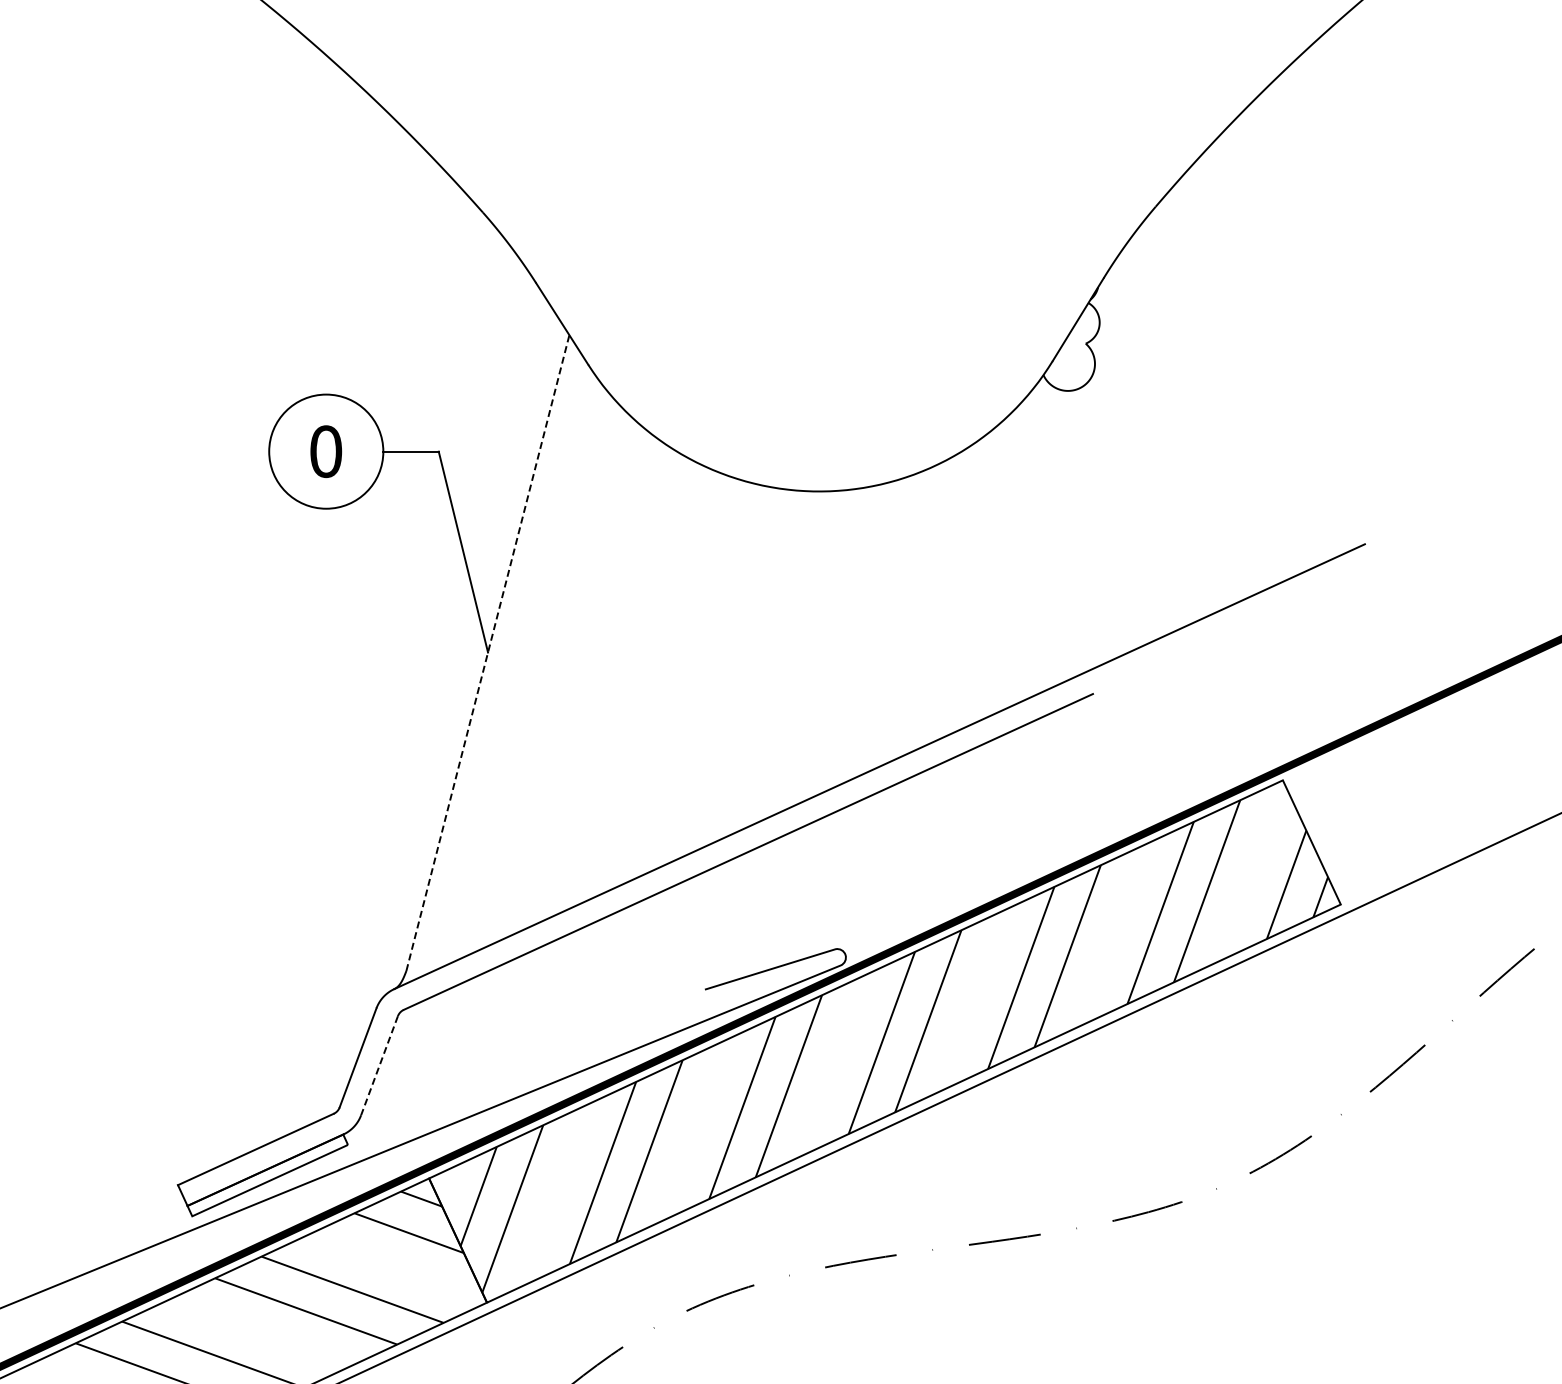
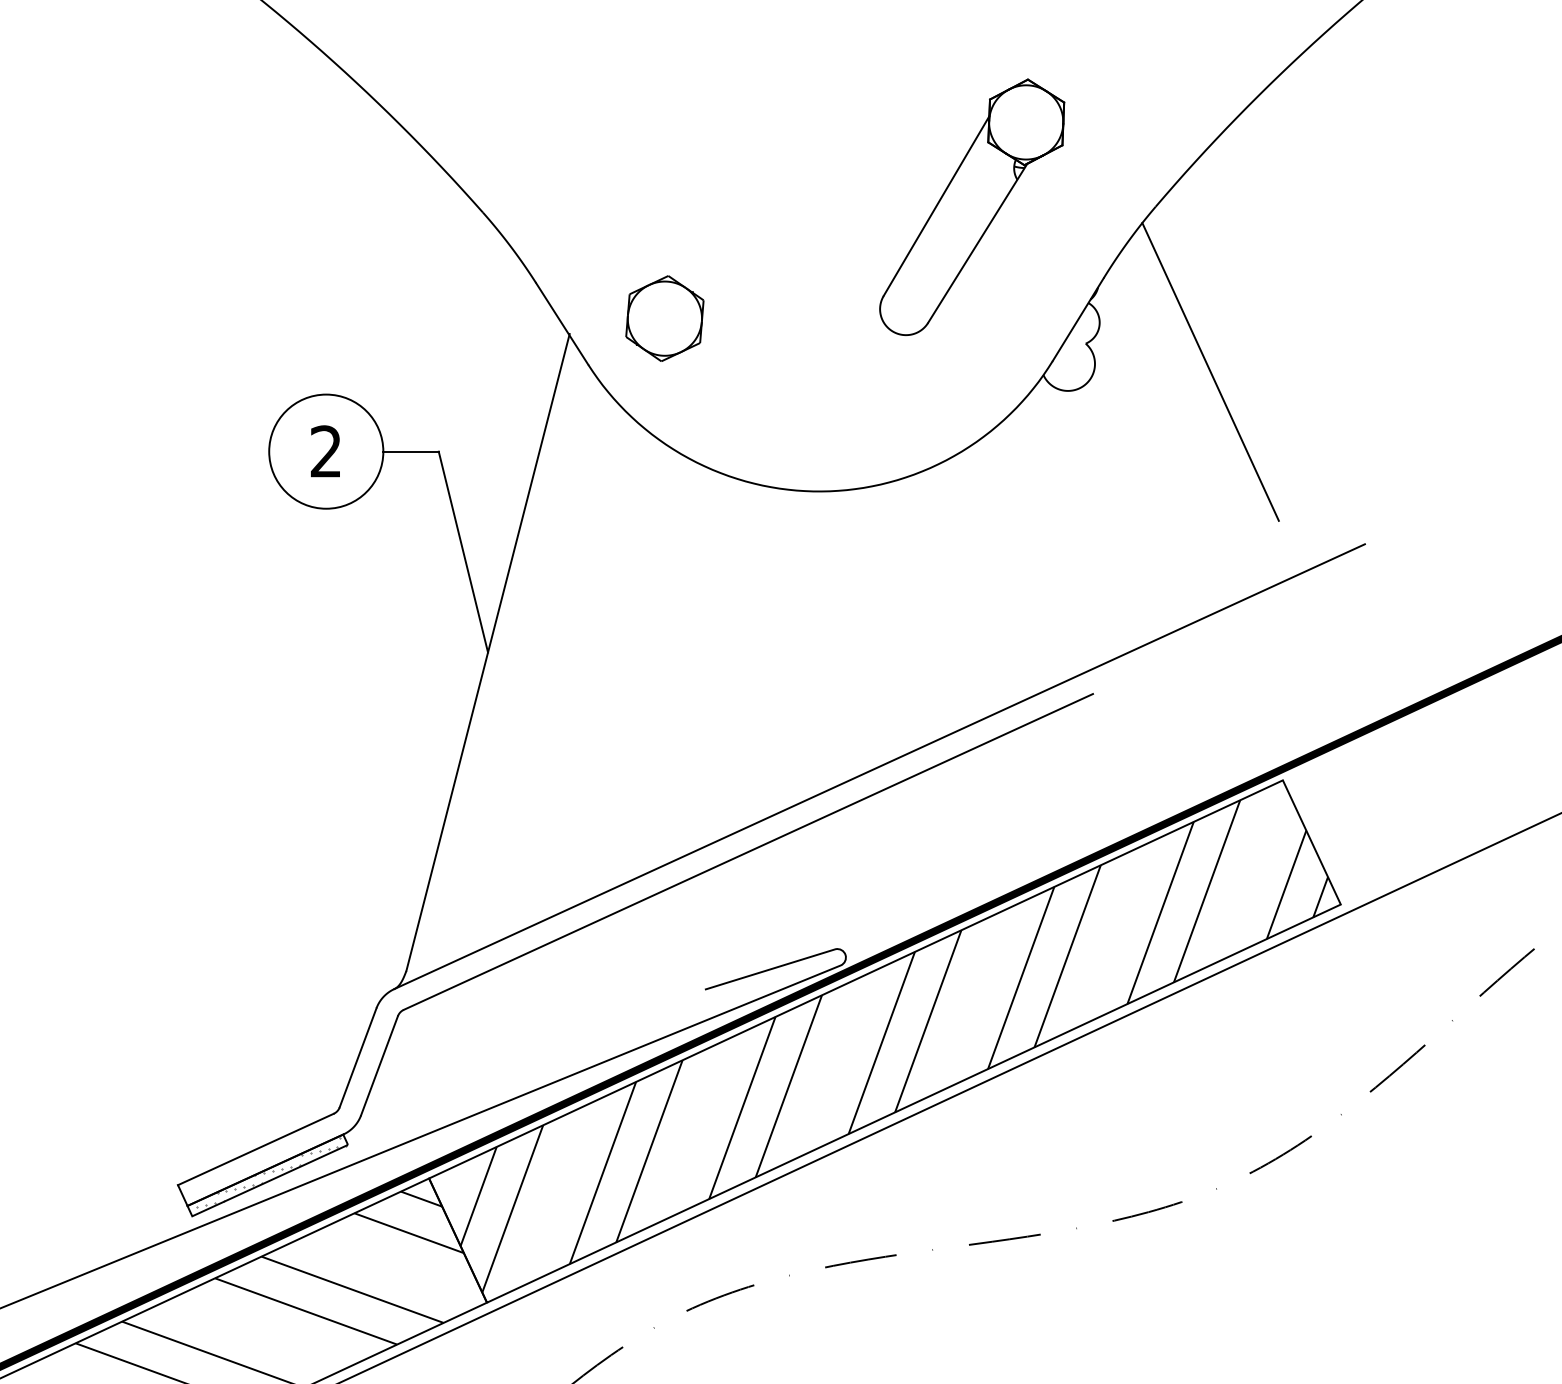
part at (972, 206): none -> present
part at (664, 318): none -> present
line at (1210, 371): none -> present
text at (326, 451): 0 -> 2
line at (488, 652): dashed -> solid
line at (379, 1065): dashed -> solid
hatch at (271, 1171): none -> present
